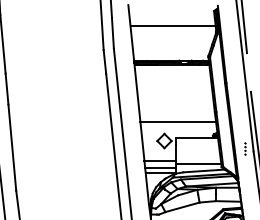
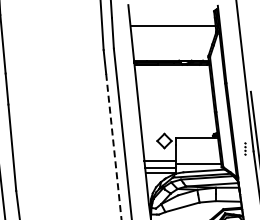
line at (243, 27): present -> none
line at (178, 121): present -> none
line at (113, 147): solid -> dashed
